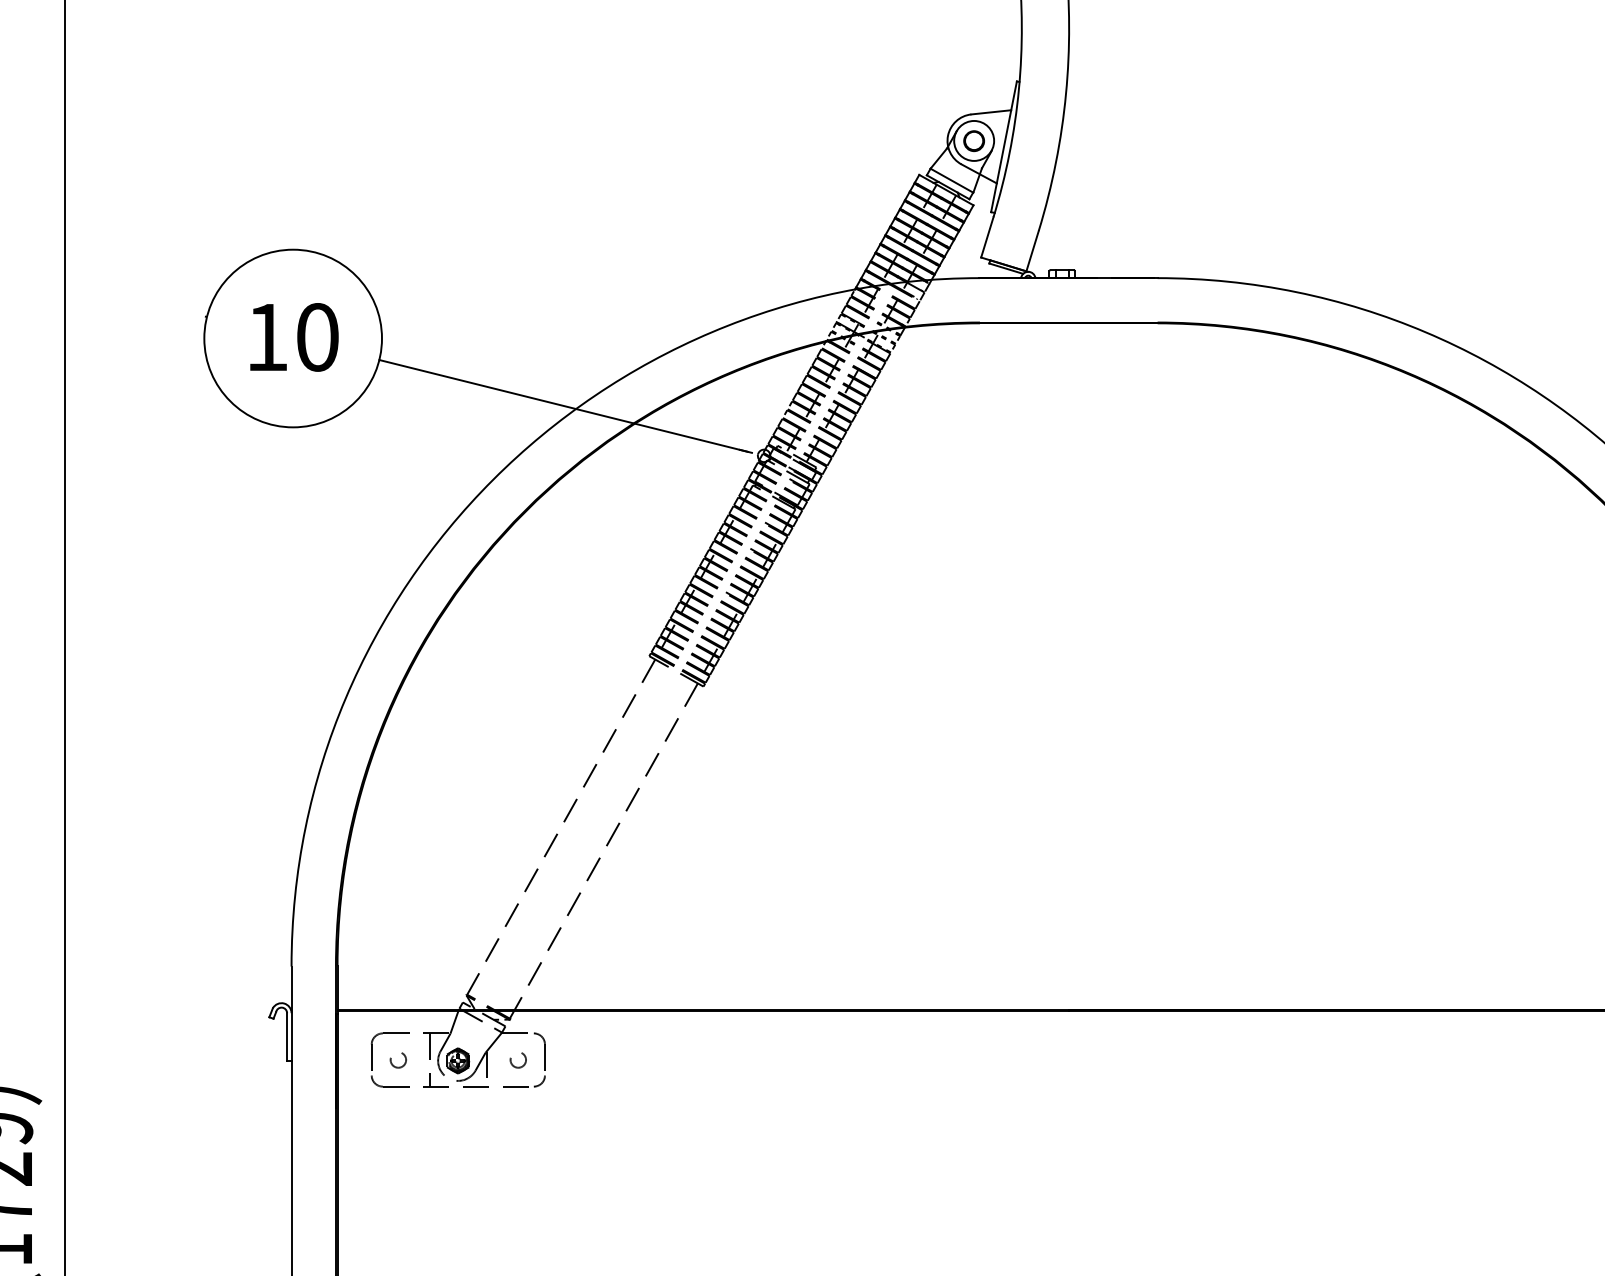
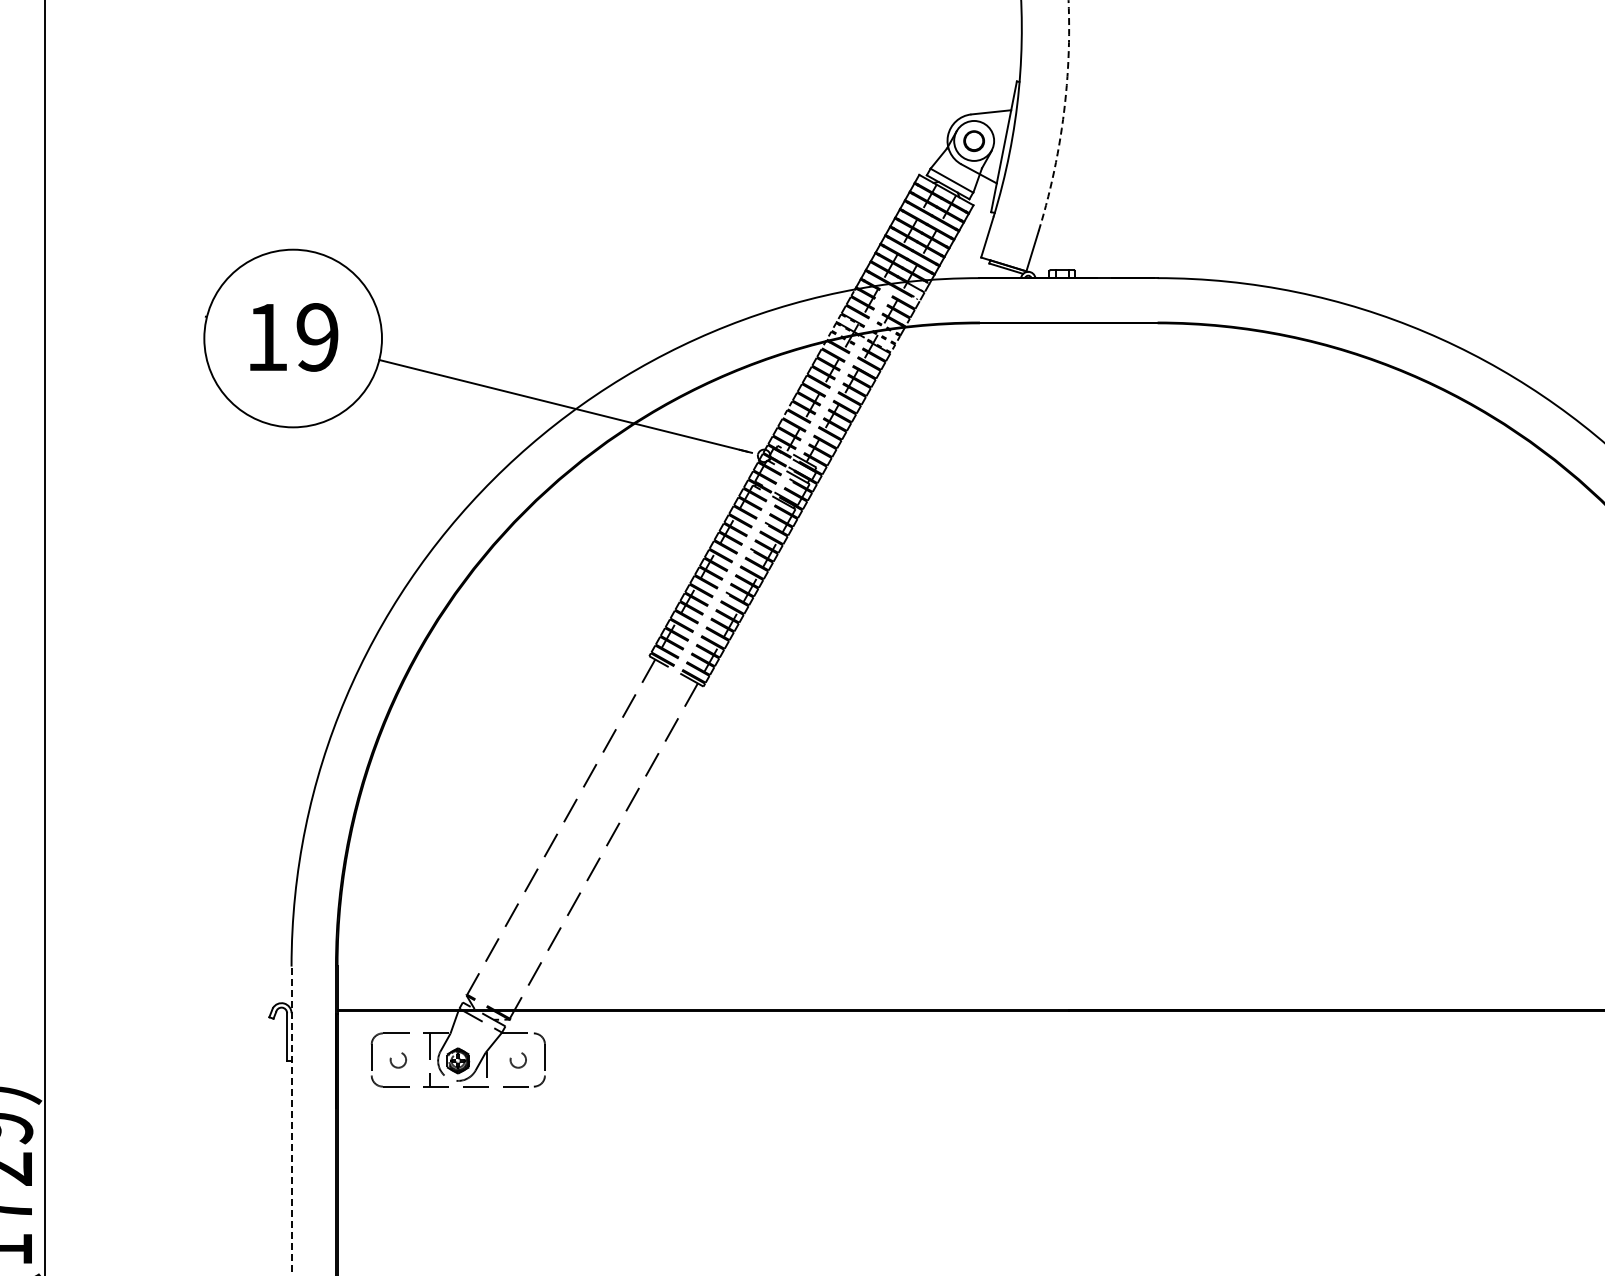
arc at (1063, 115): solid -> dashed
text at (317, 337): 10 -> 19
line at (65, 637) position: (65, 637) -> (45, 637)
line at (291, 1120): solid -> dashed
